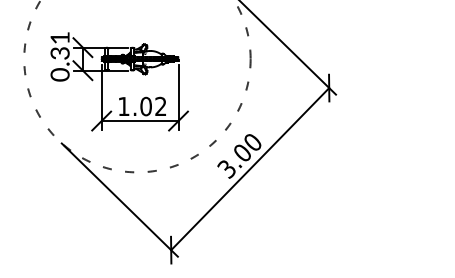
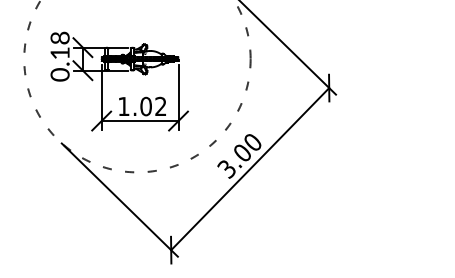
text at (59, 45): 0.31 -> 0.18
